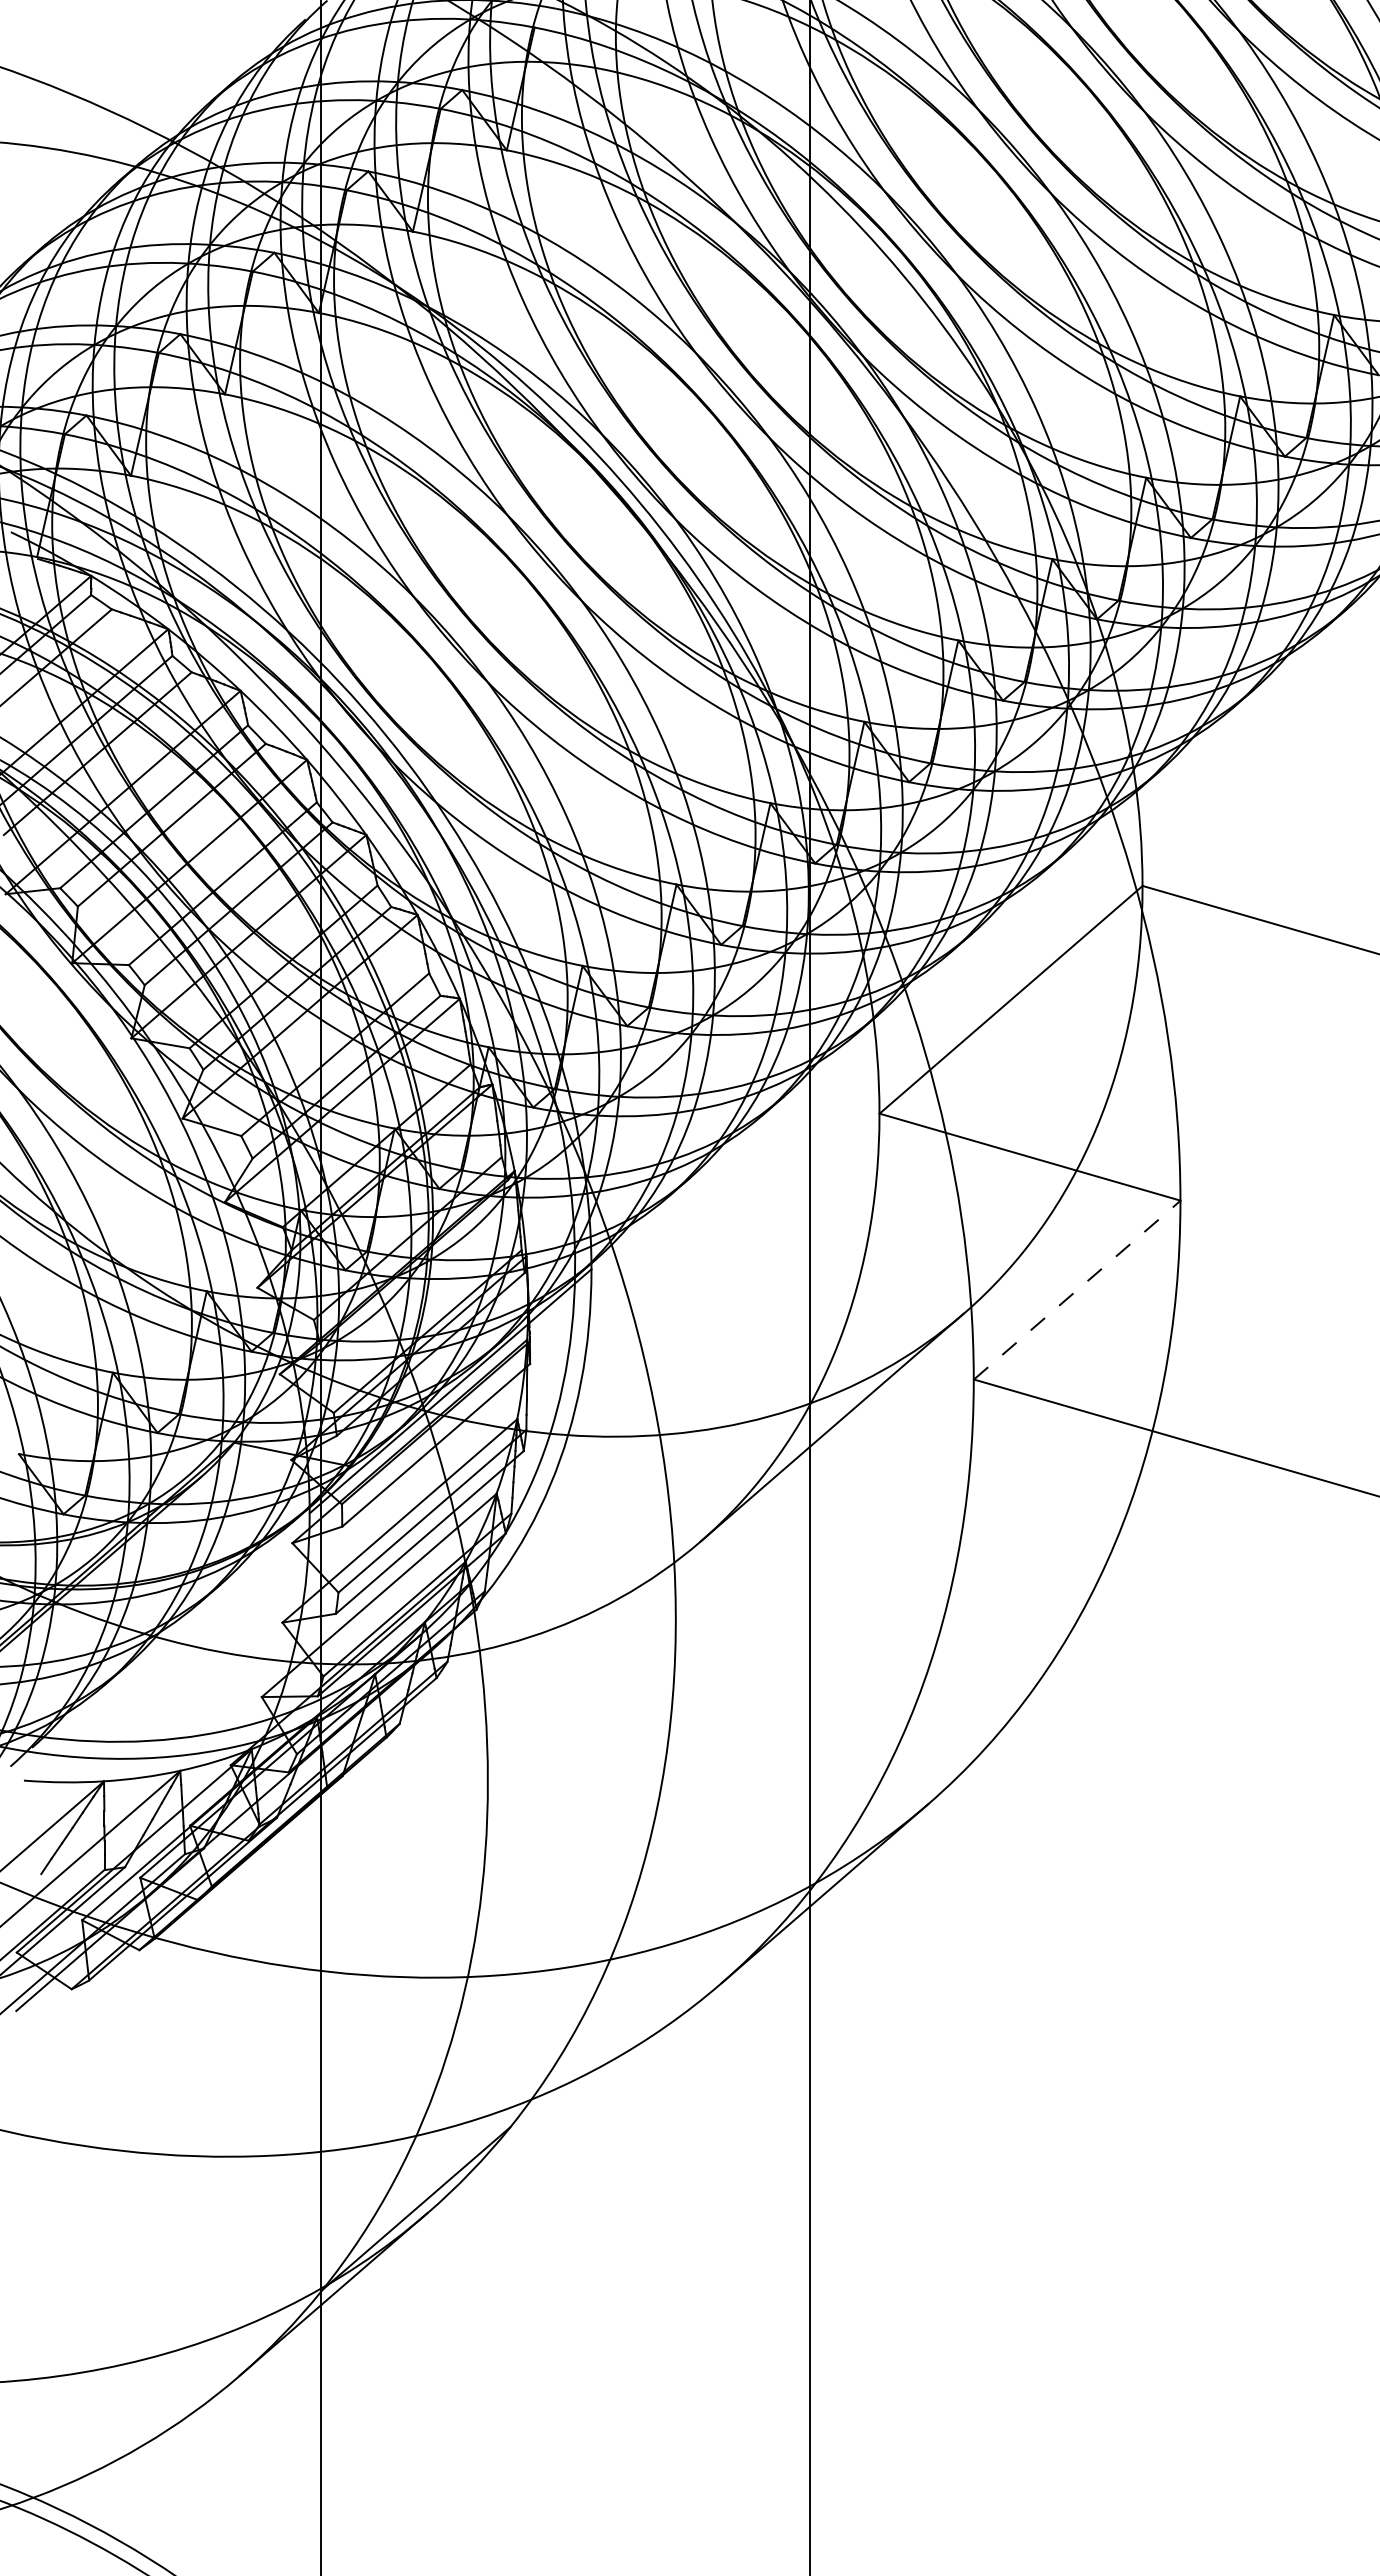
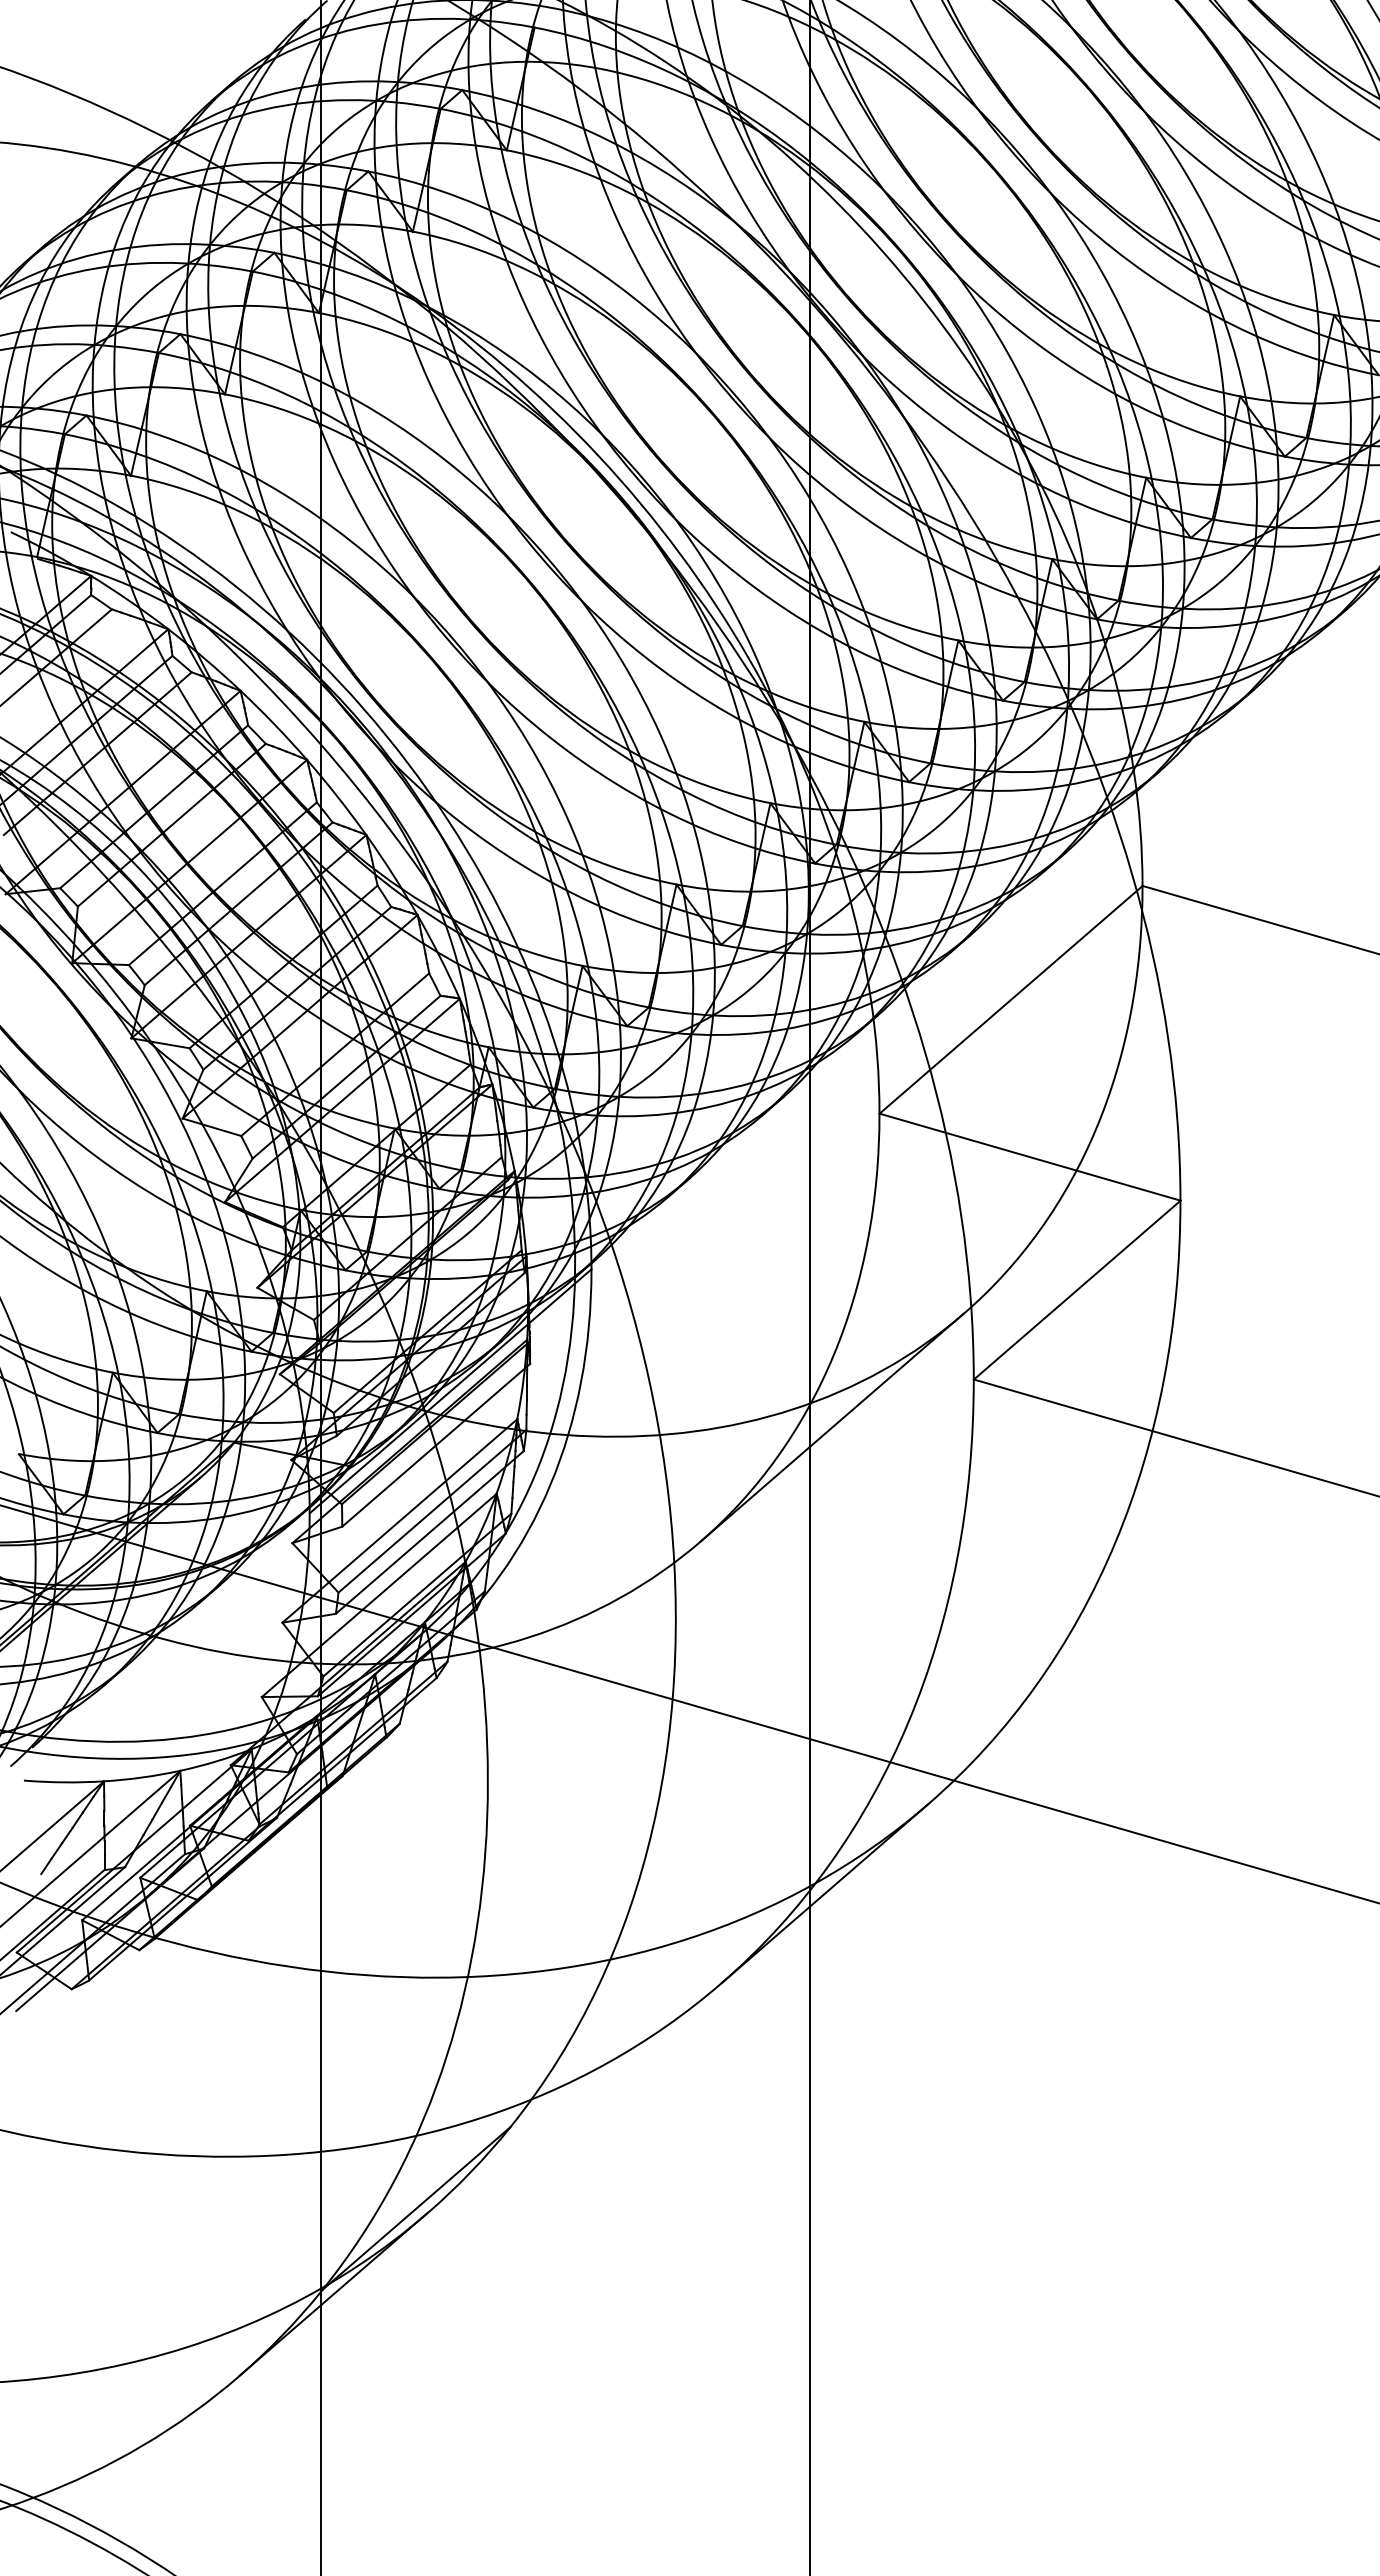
line at (1077, 1290): dashed -> solid
line at (689, 1703): none -> present
